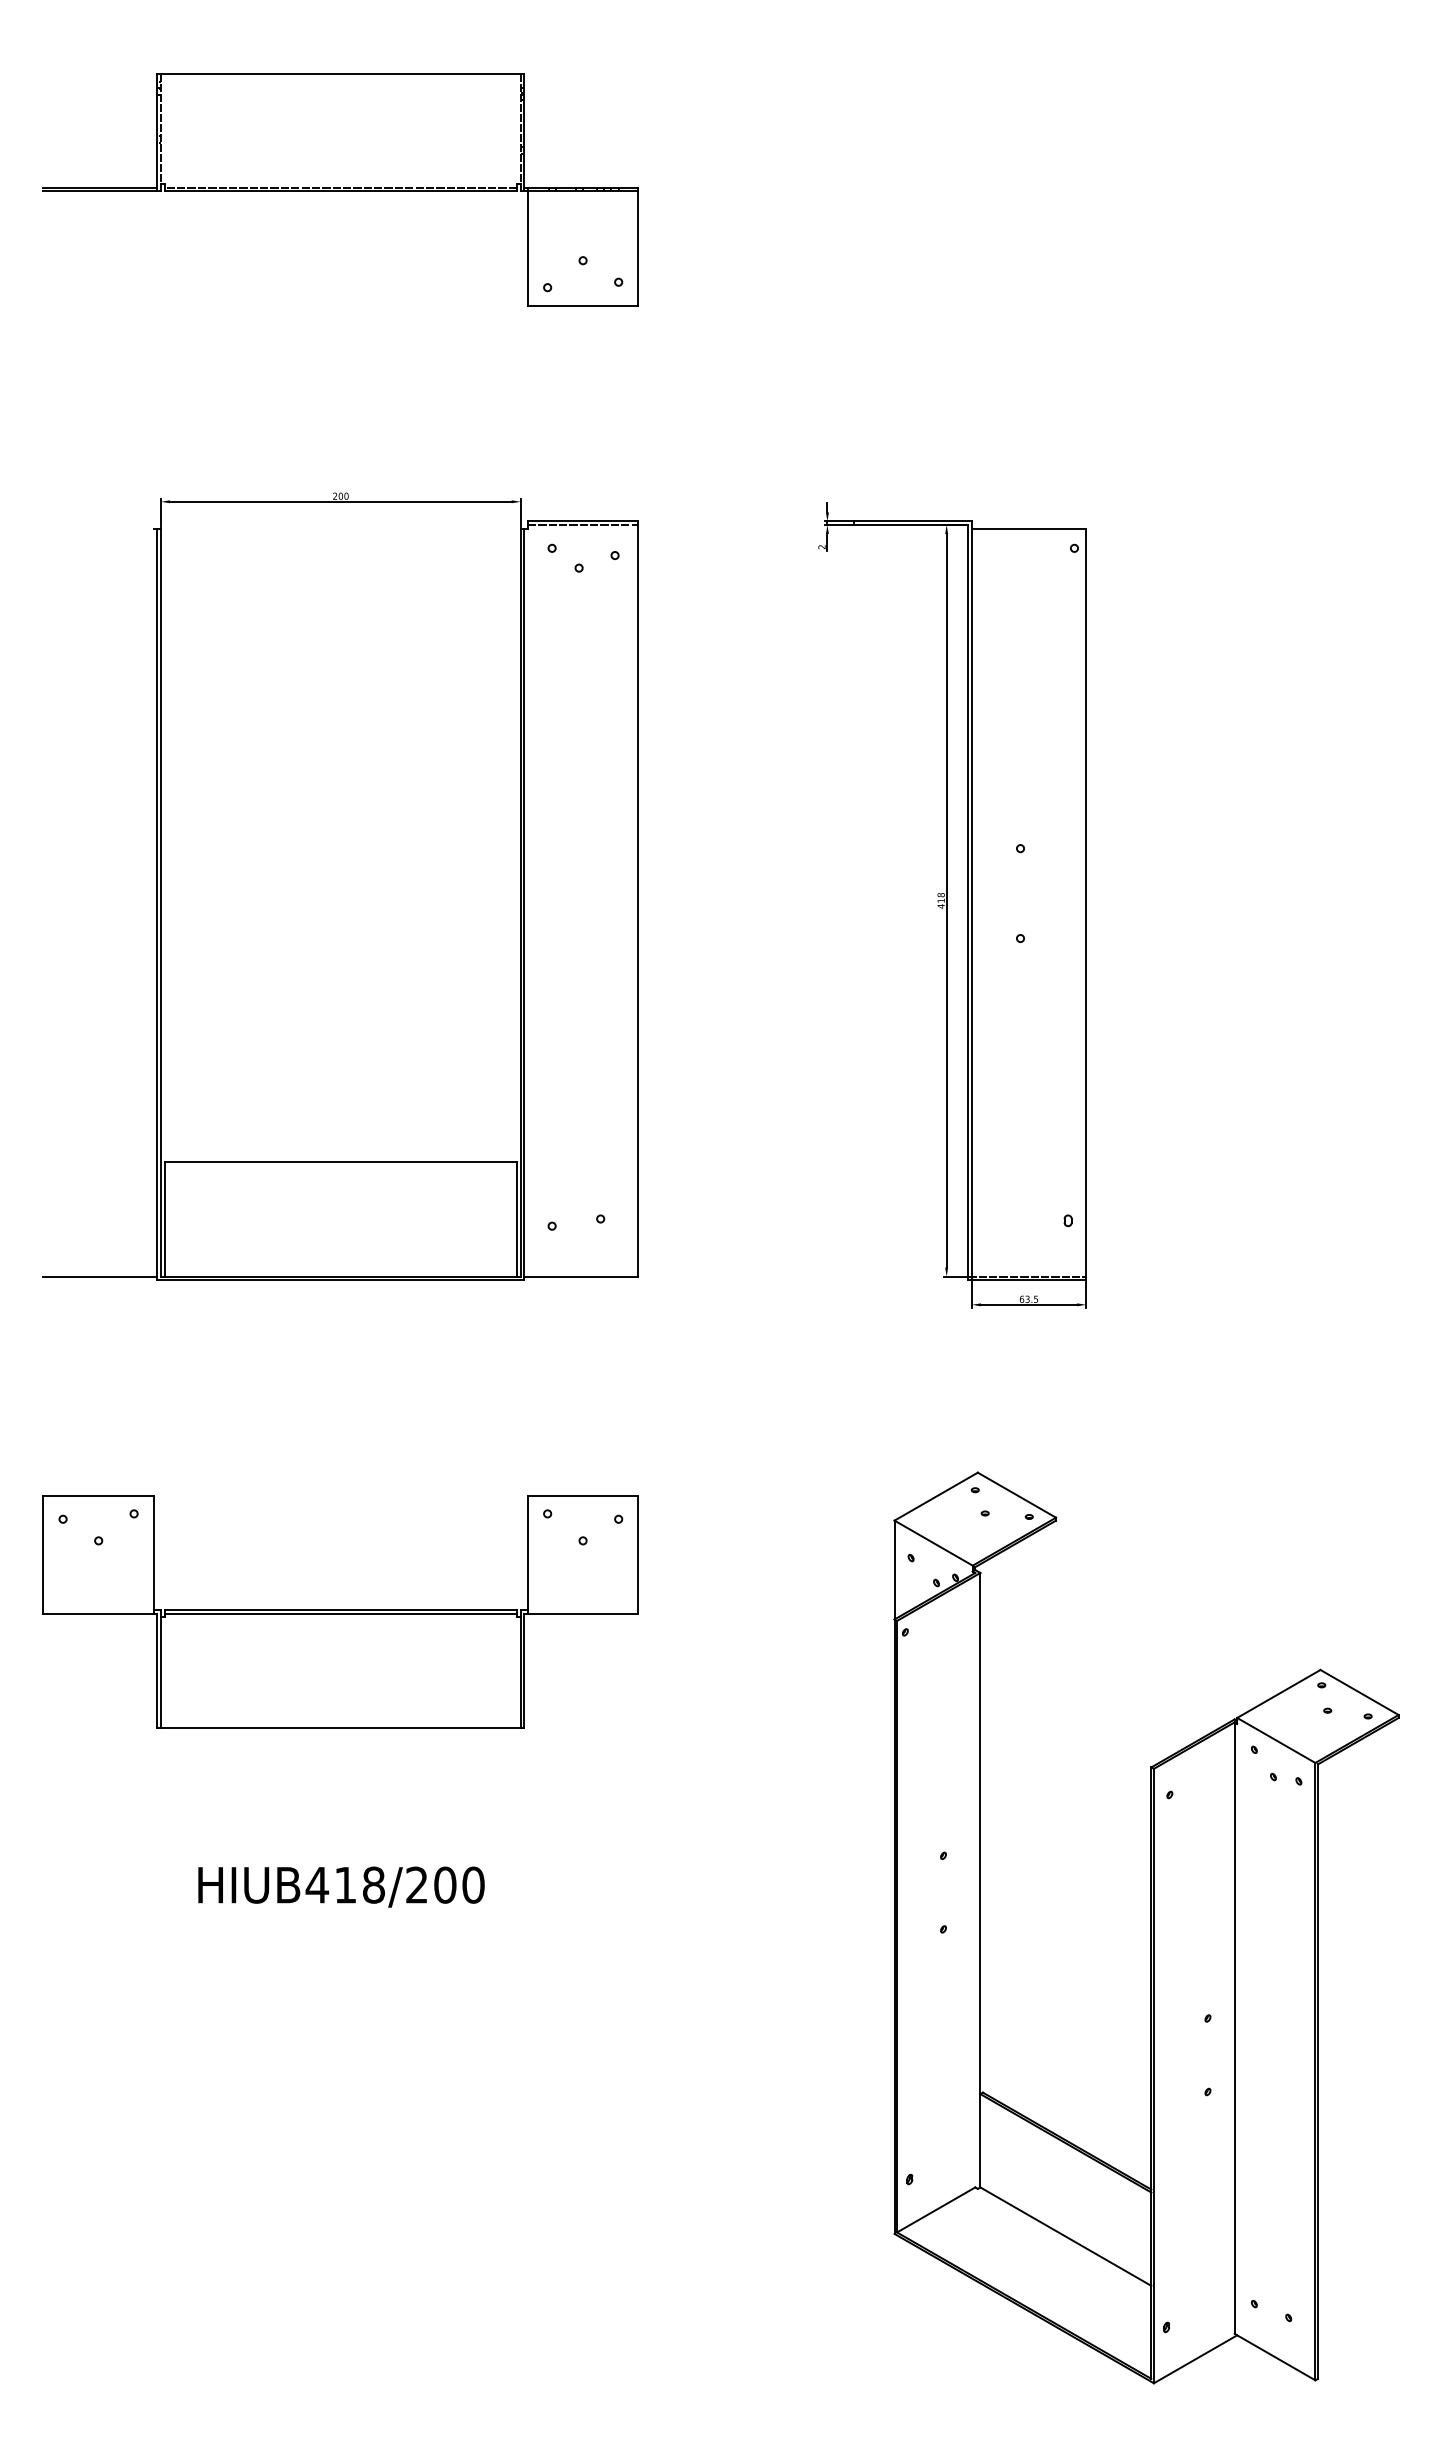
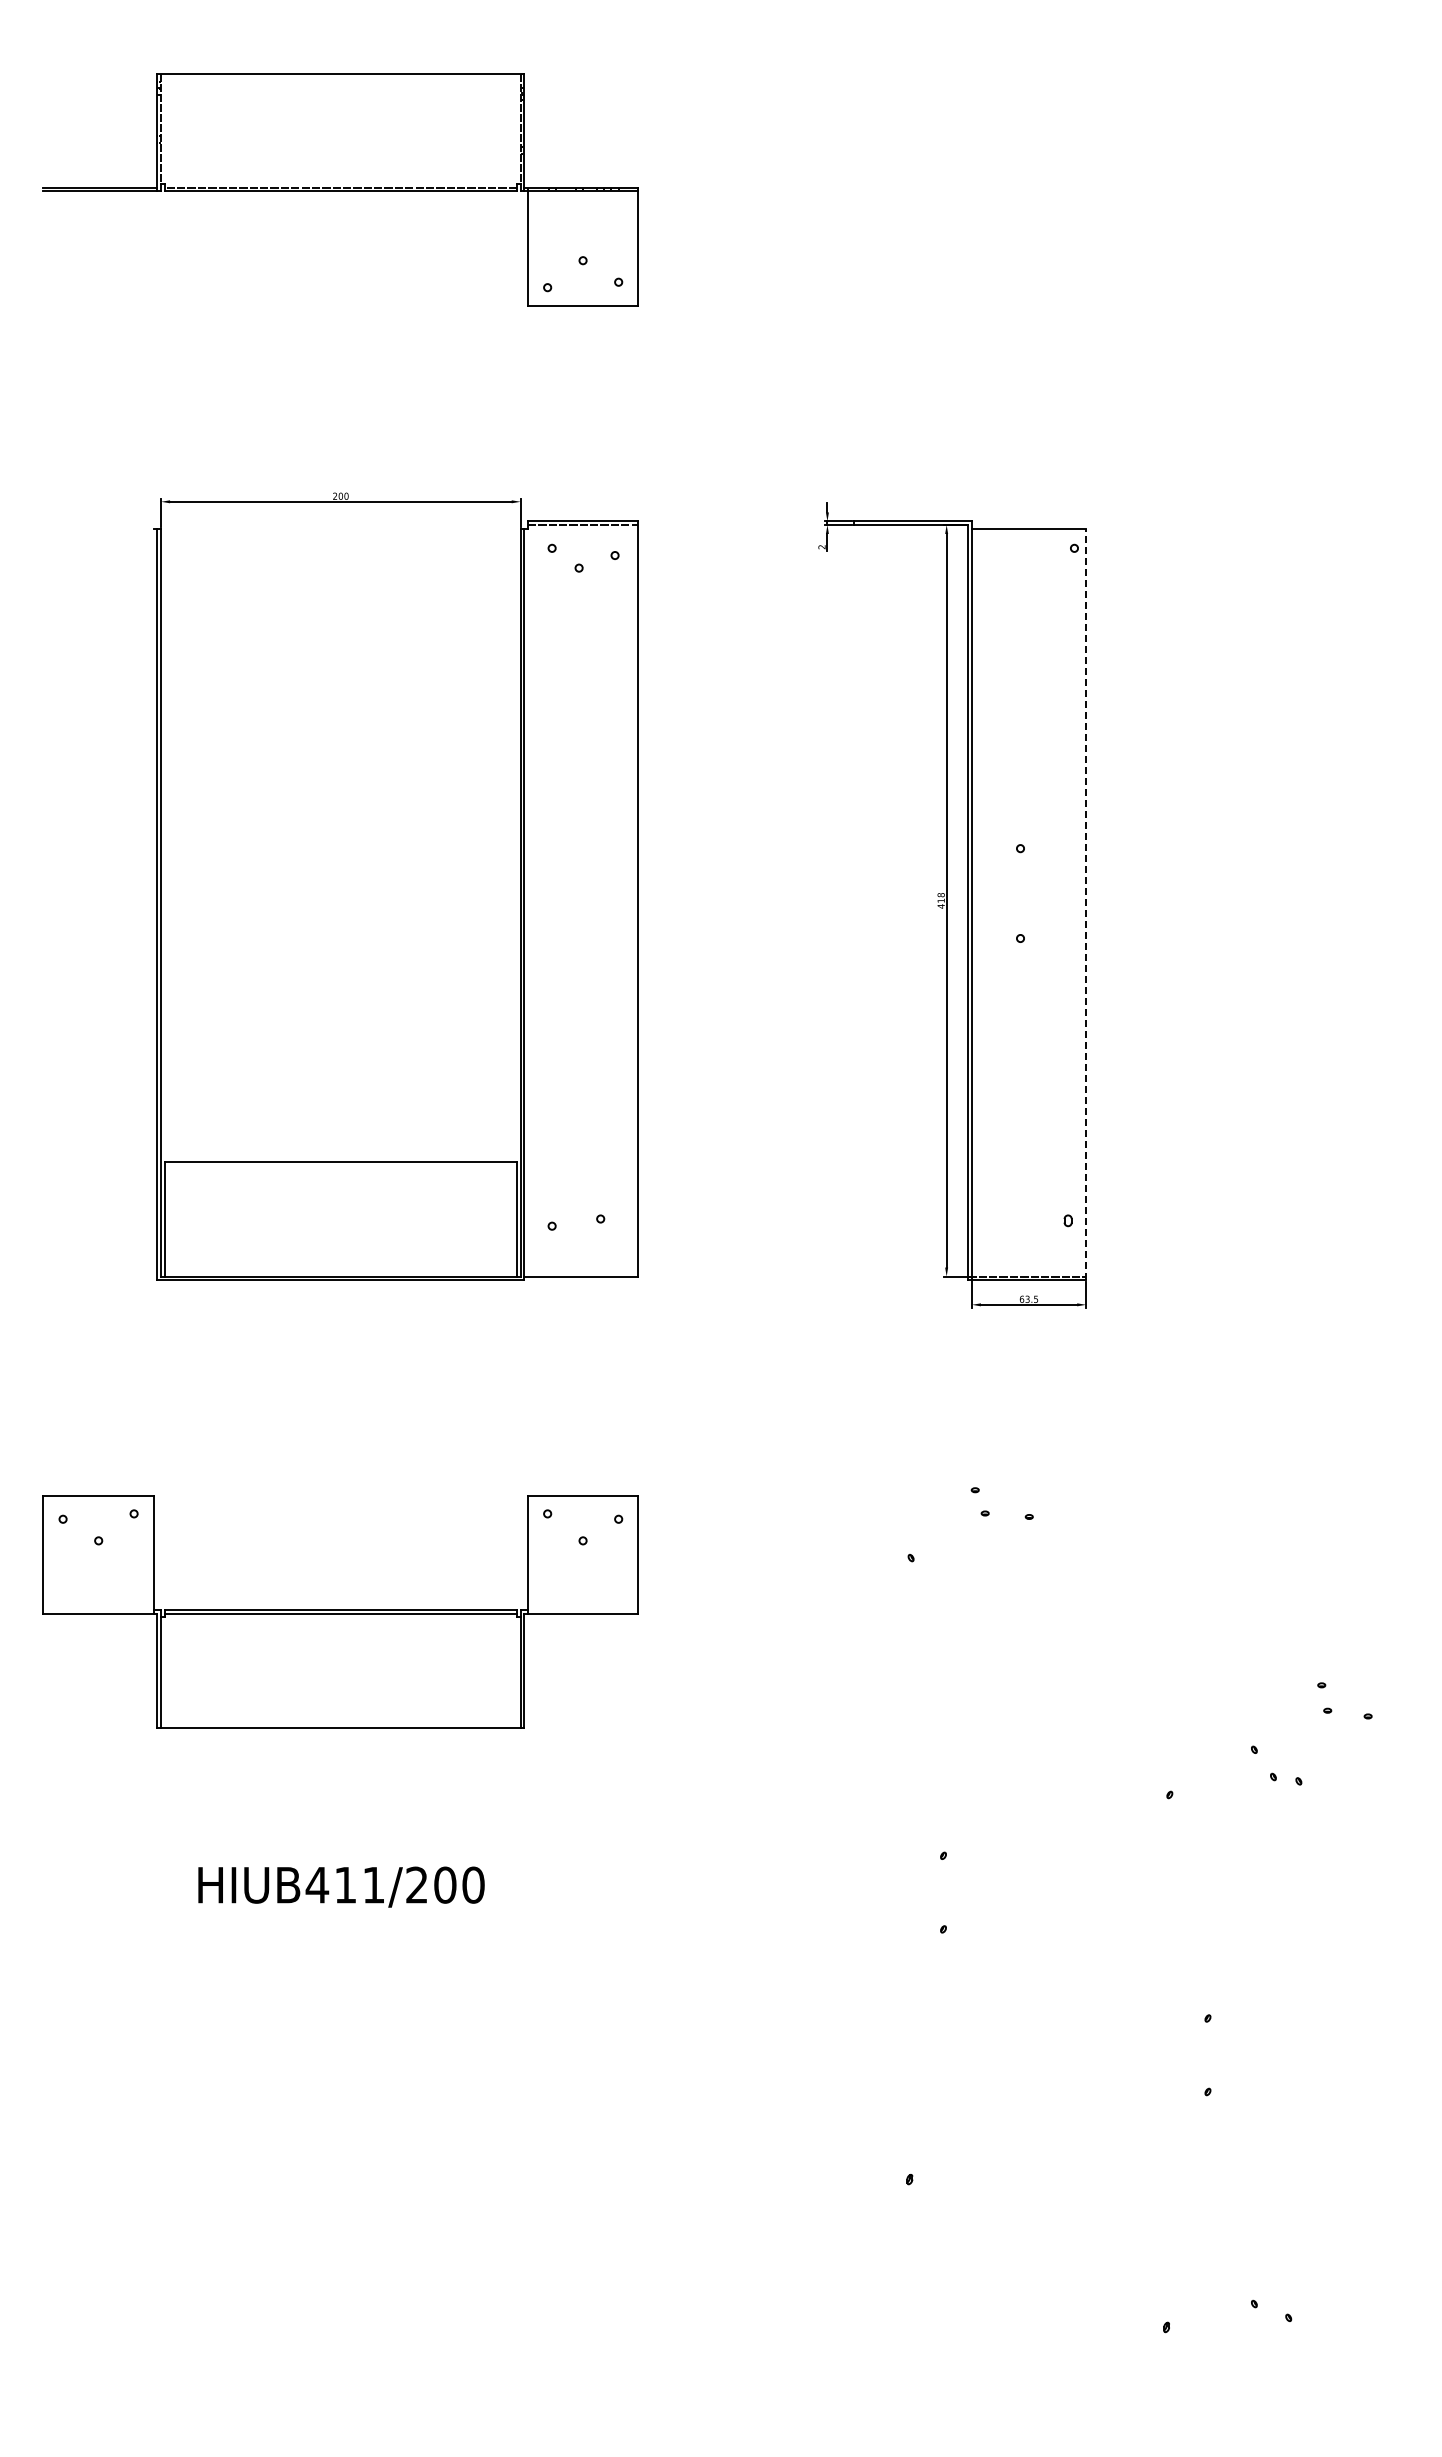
line at (1086, 904): solid -> dashed
line at (100, 1276): present -> none
text at (373, 1884): HIUB418/200 -> HIUB411/200
part at (1146, 1927): present -> none
